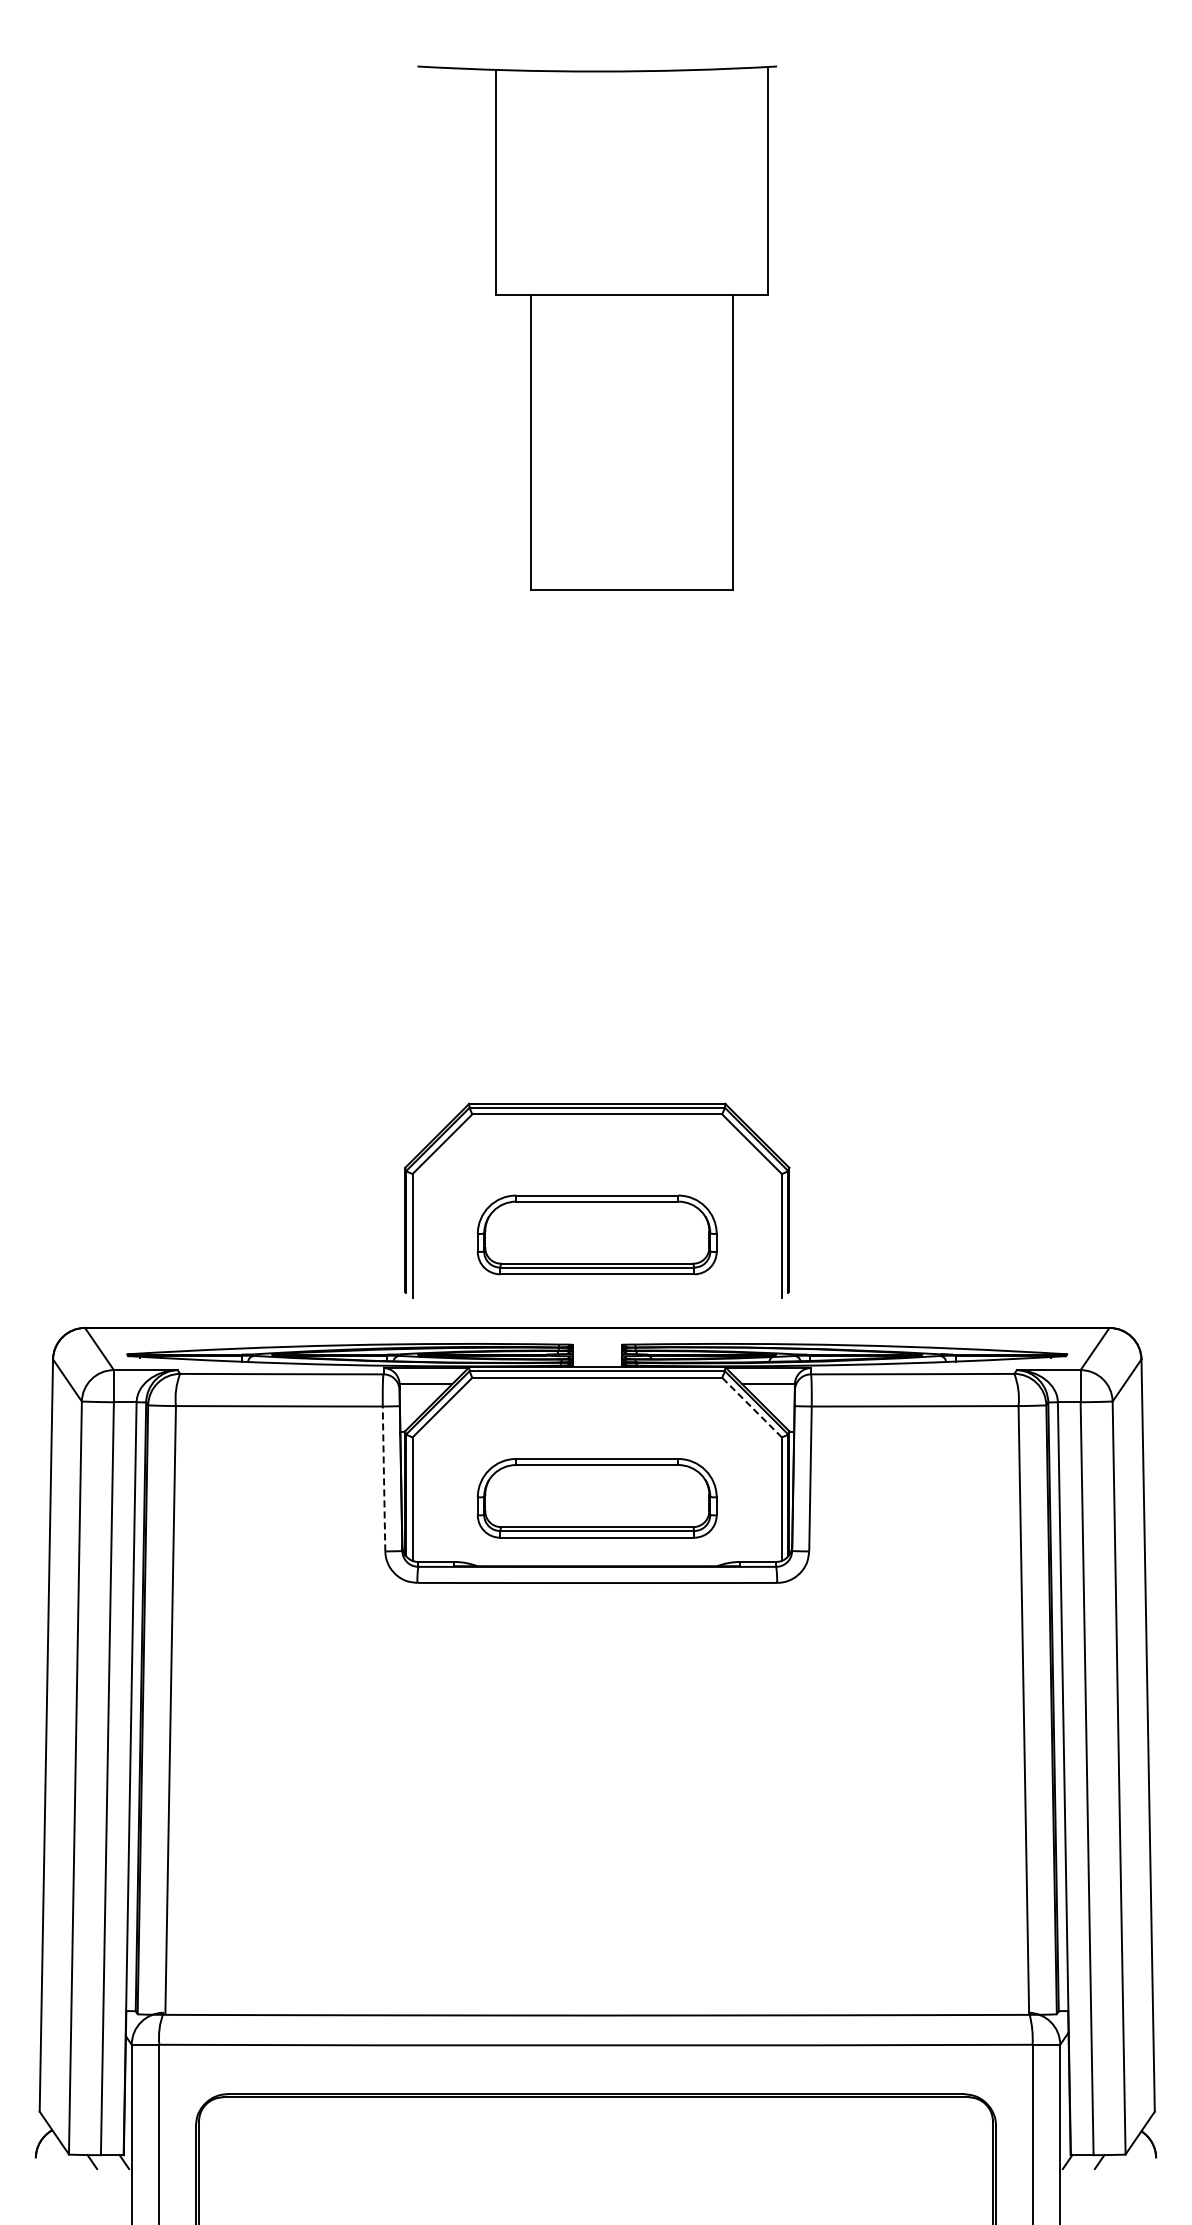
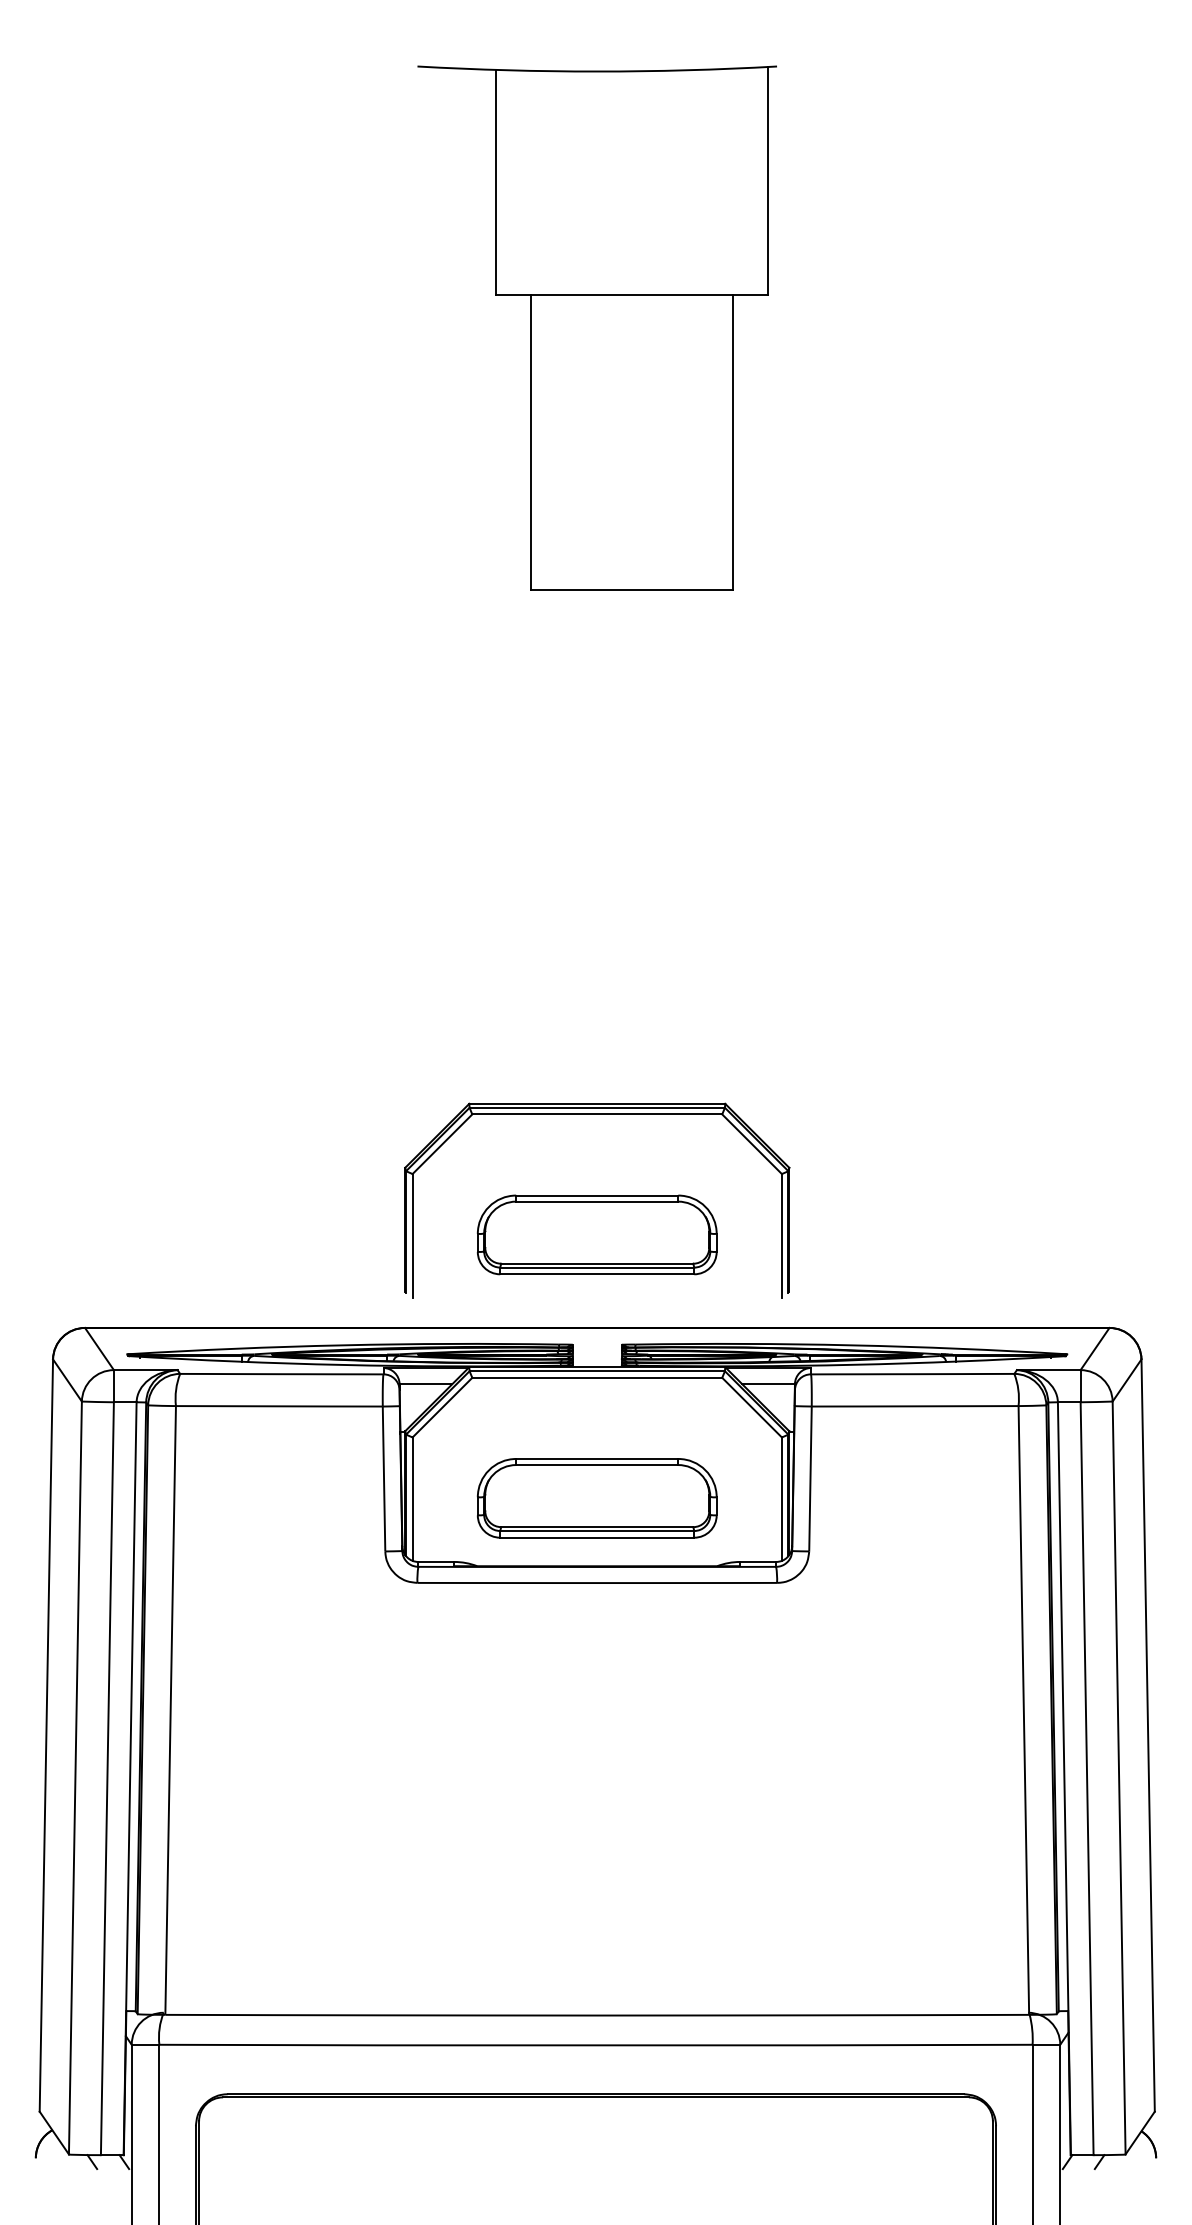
line at (751, 1407): dashed -> solid
line at (384, 1479): dashed -> solid
